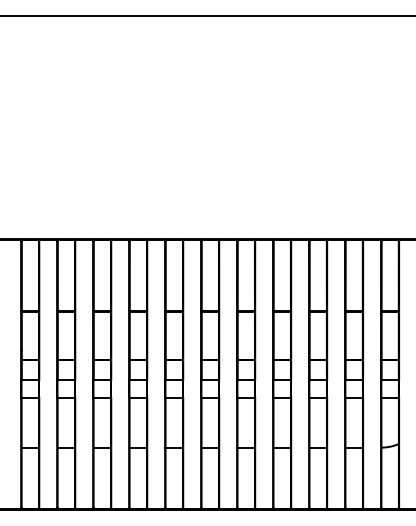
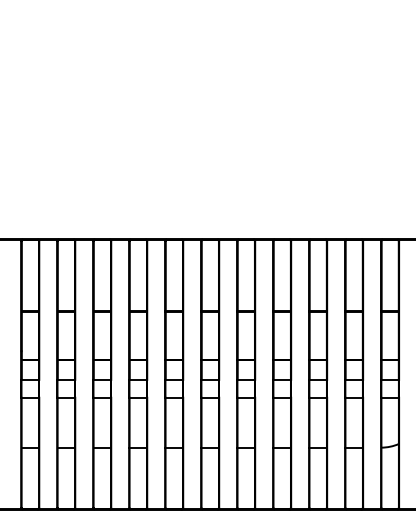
line at (207, 15): present -> none
